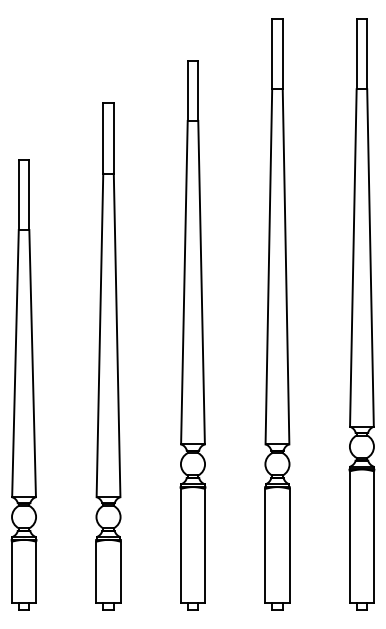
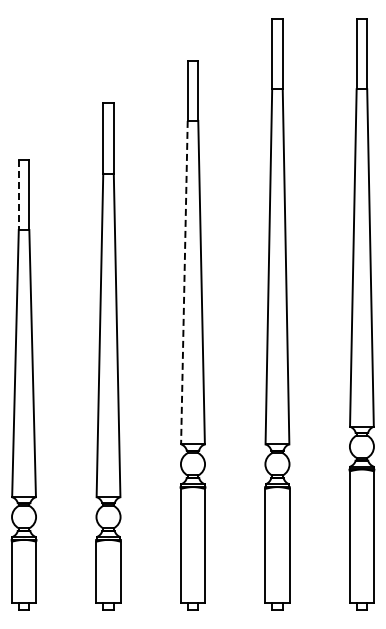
line at (18, 195): solid -> dashed
line at (184, 282): solid -> dashed
